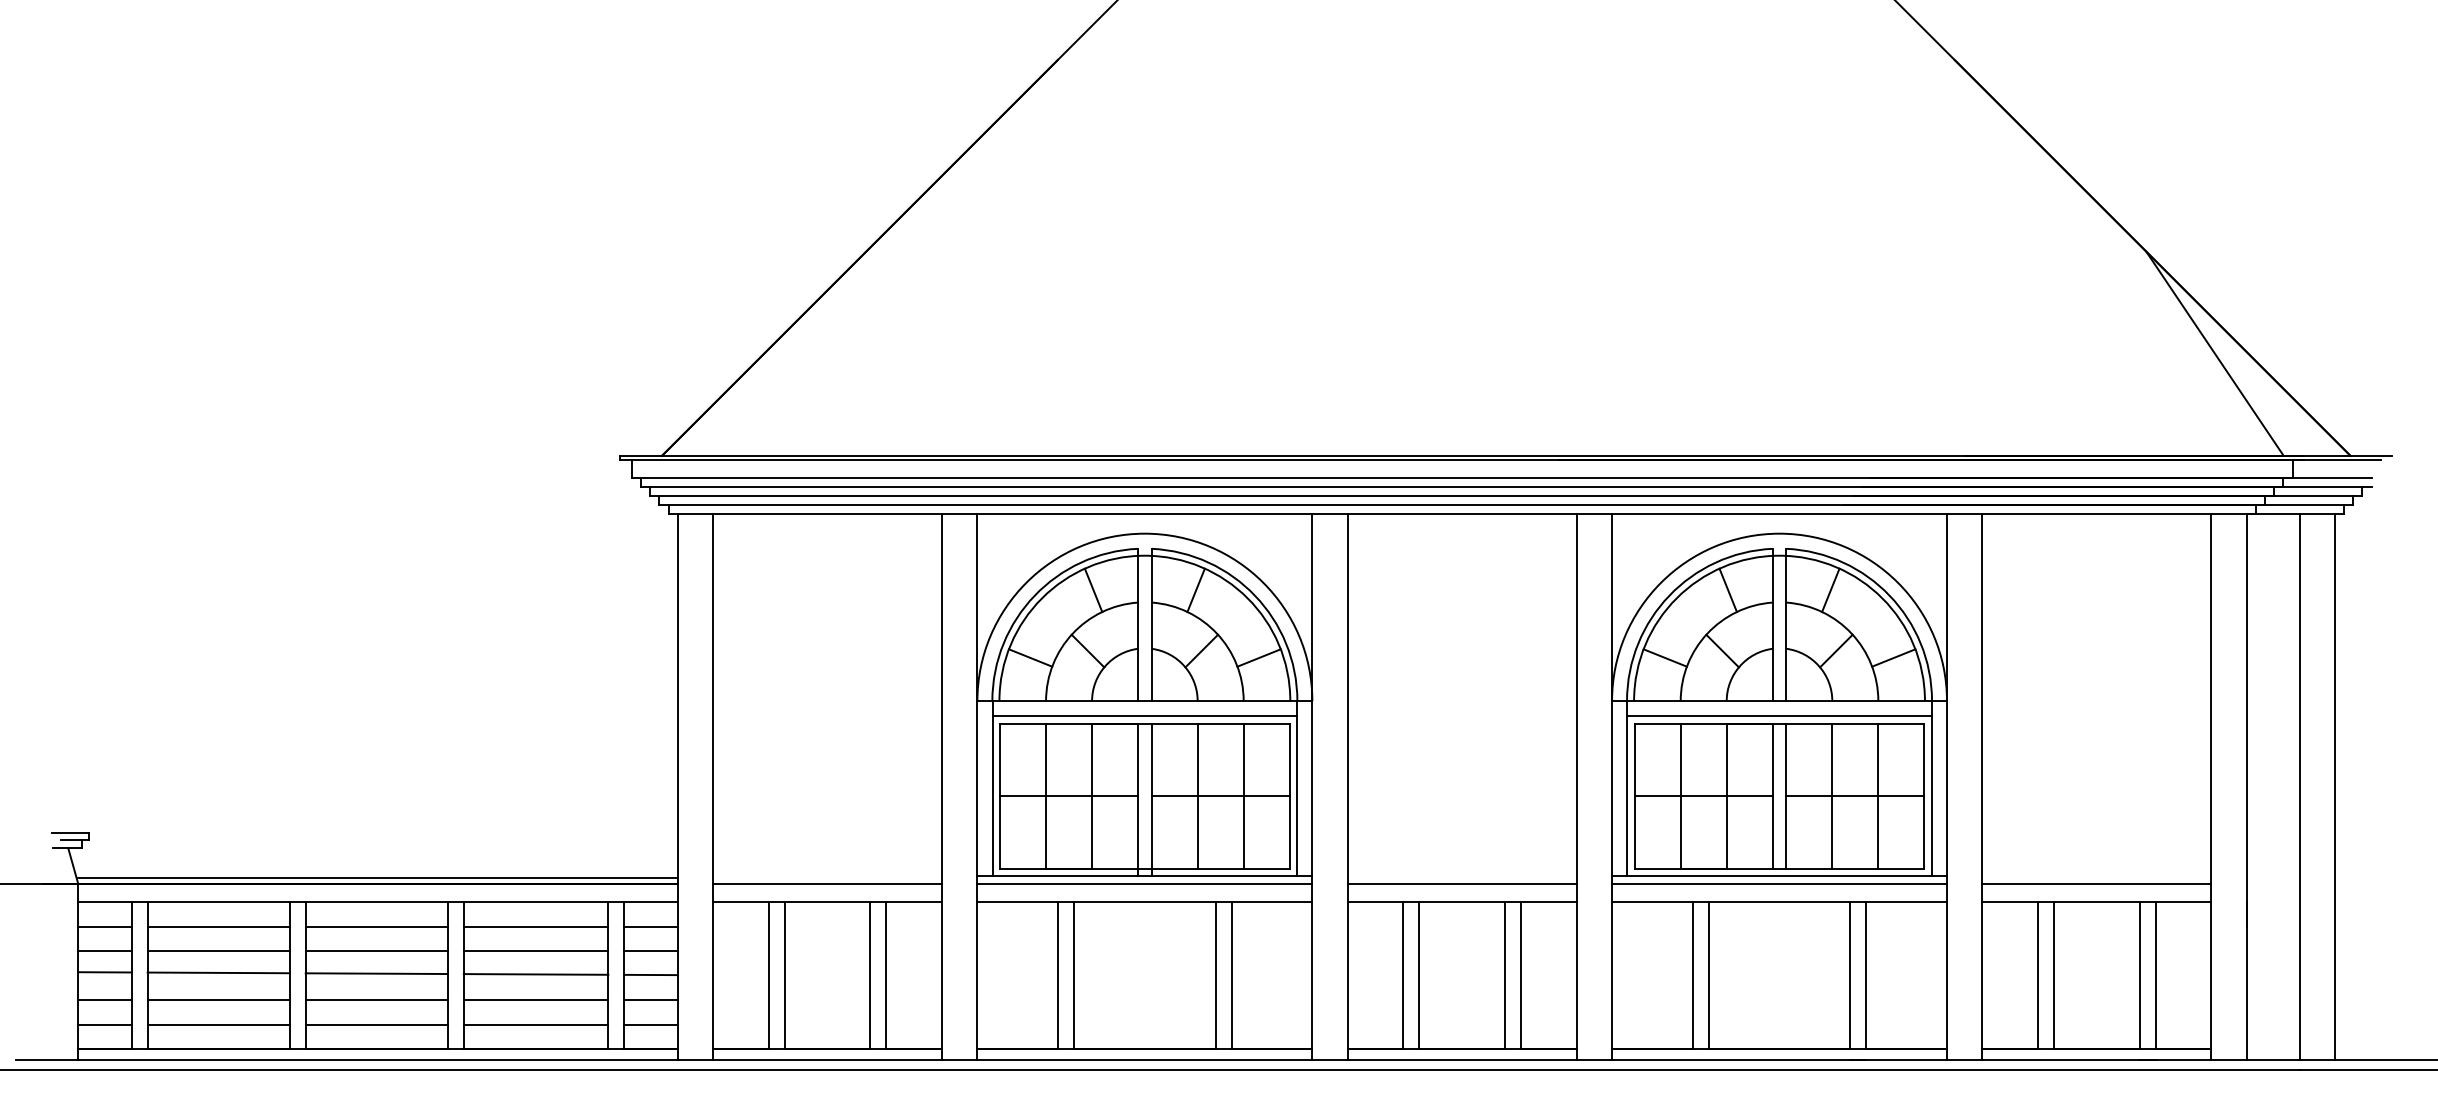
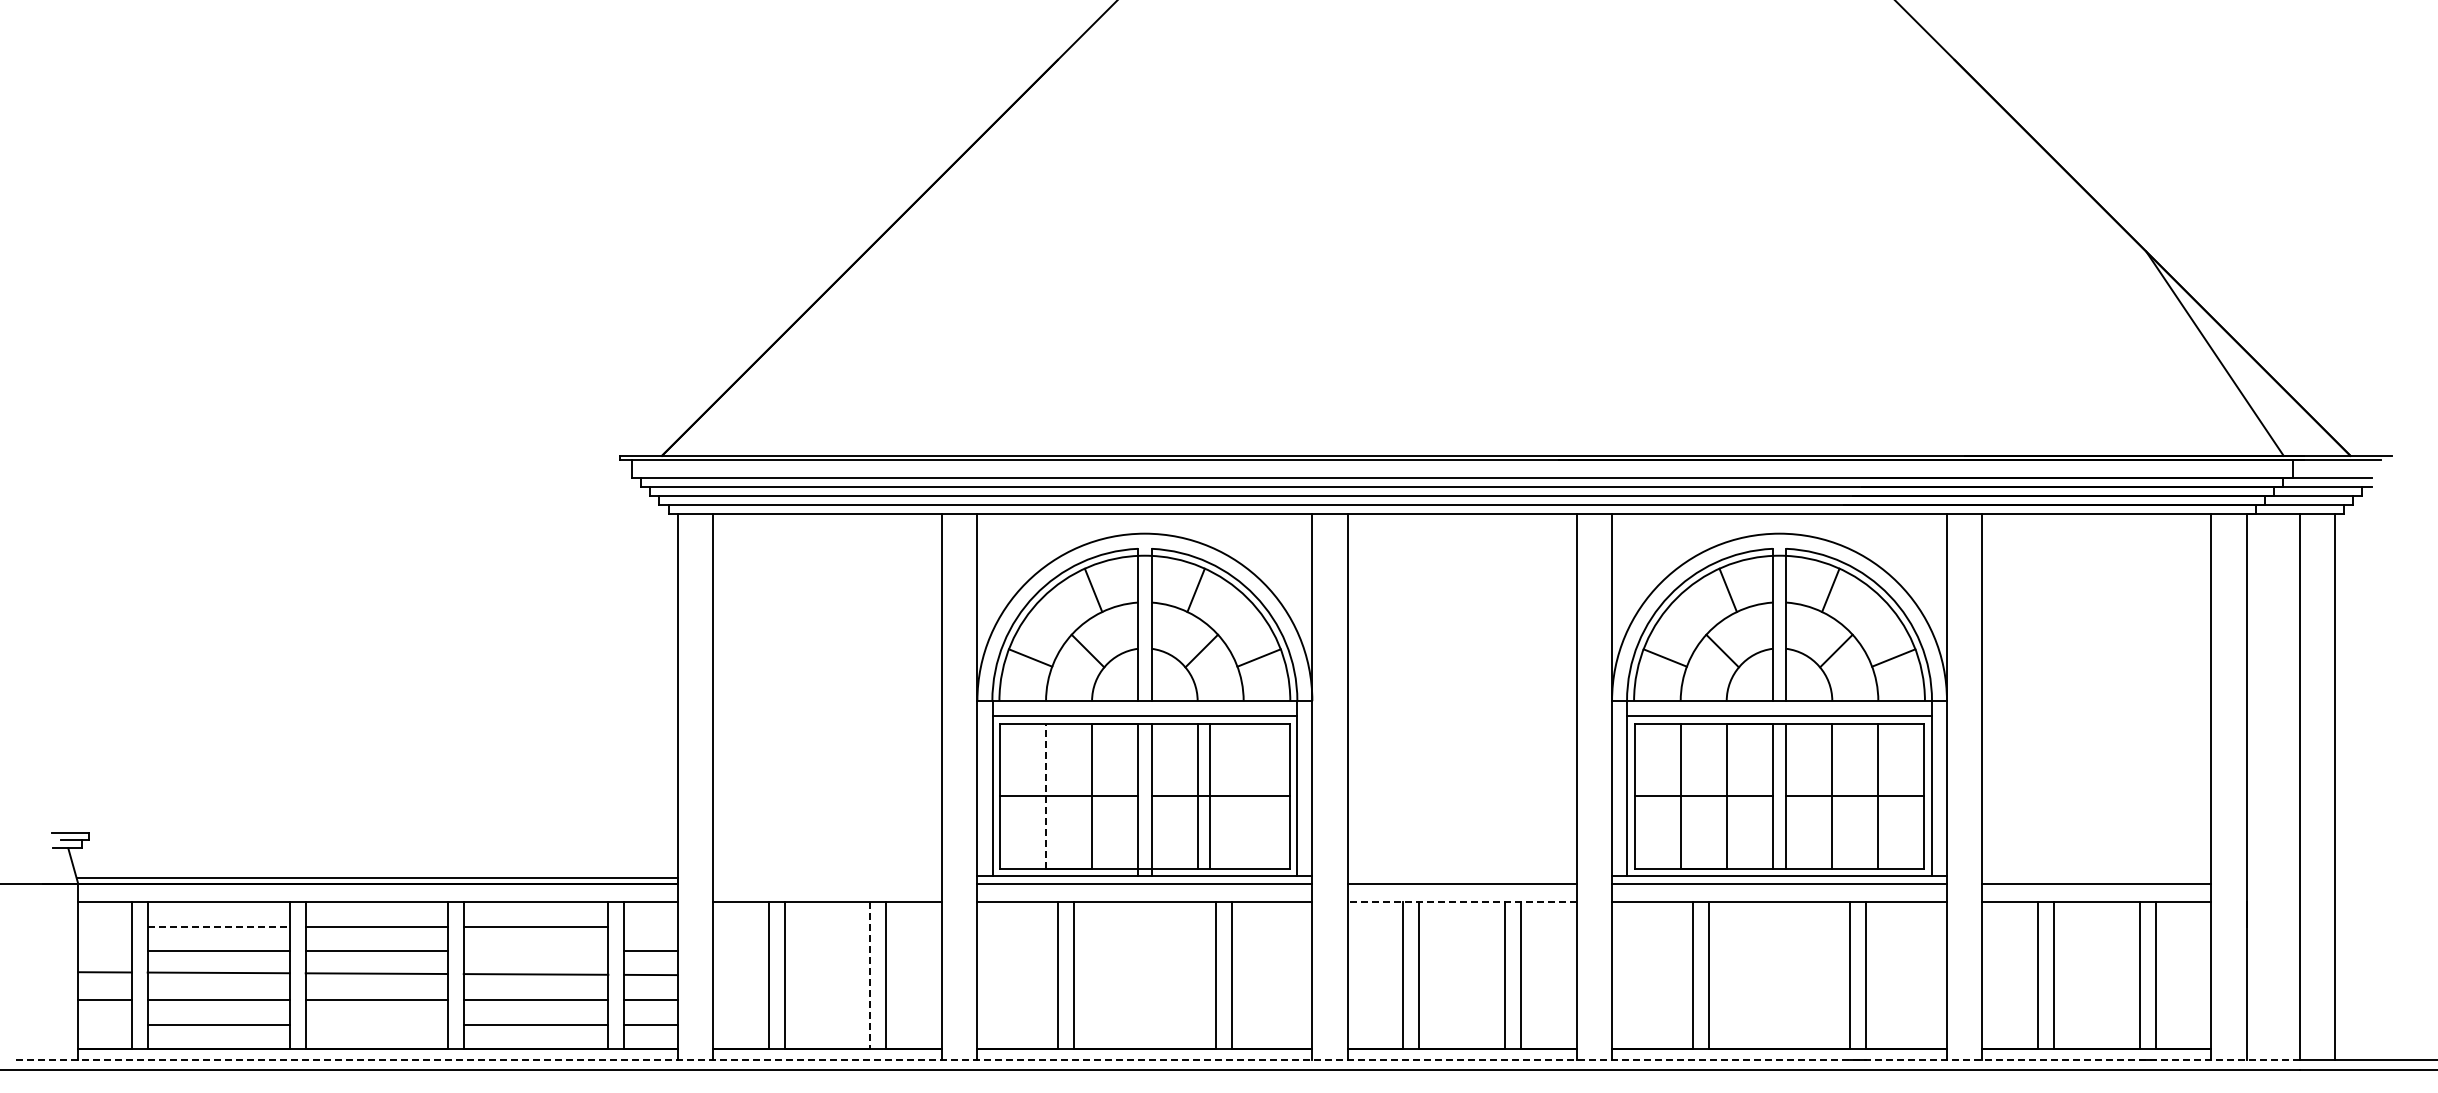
line at (1046, 795): solid -> dashed
line at (1243, 795) position: (1243, 795) -> (1209, 795)
line at (827, 884): present -> none
line at (1462, 902): solid -> dashed
line at (104, 926): present -> none
line at (219, 926): solid -> dashed
line at (650, 926): present -> none
line at (104, 951): present -> none
line at (535, 951): present -> none
line at (870, 975): solid -> dashed
line at (104, 1024): present -> none
line at (376, 1024): present -> none
line at (1157, 1060): solid -> dashed
